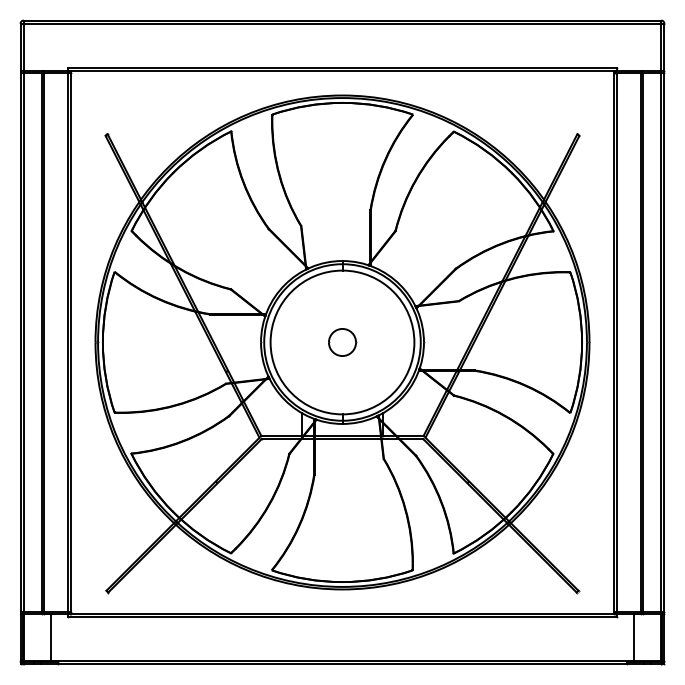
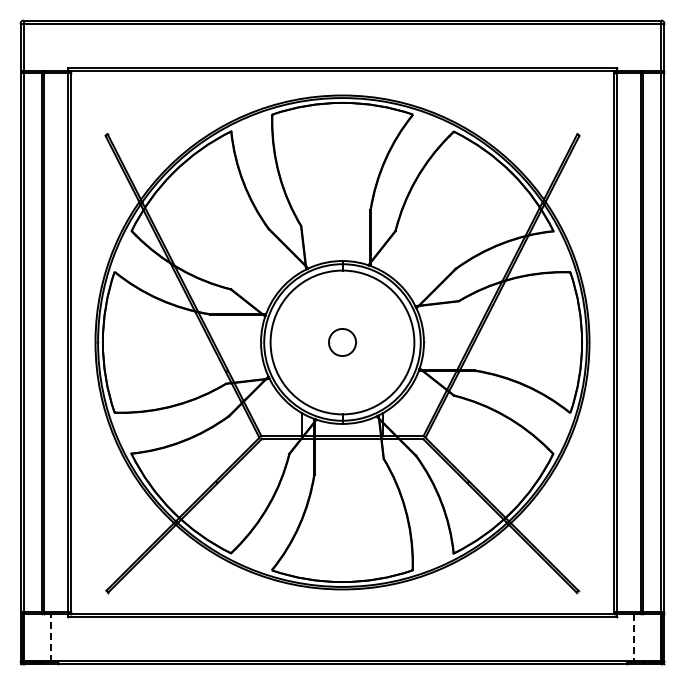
line at (50, 637): solid -> dashed
line at (634, 637): solid -> dashed
